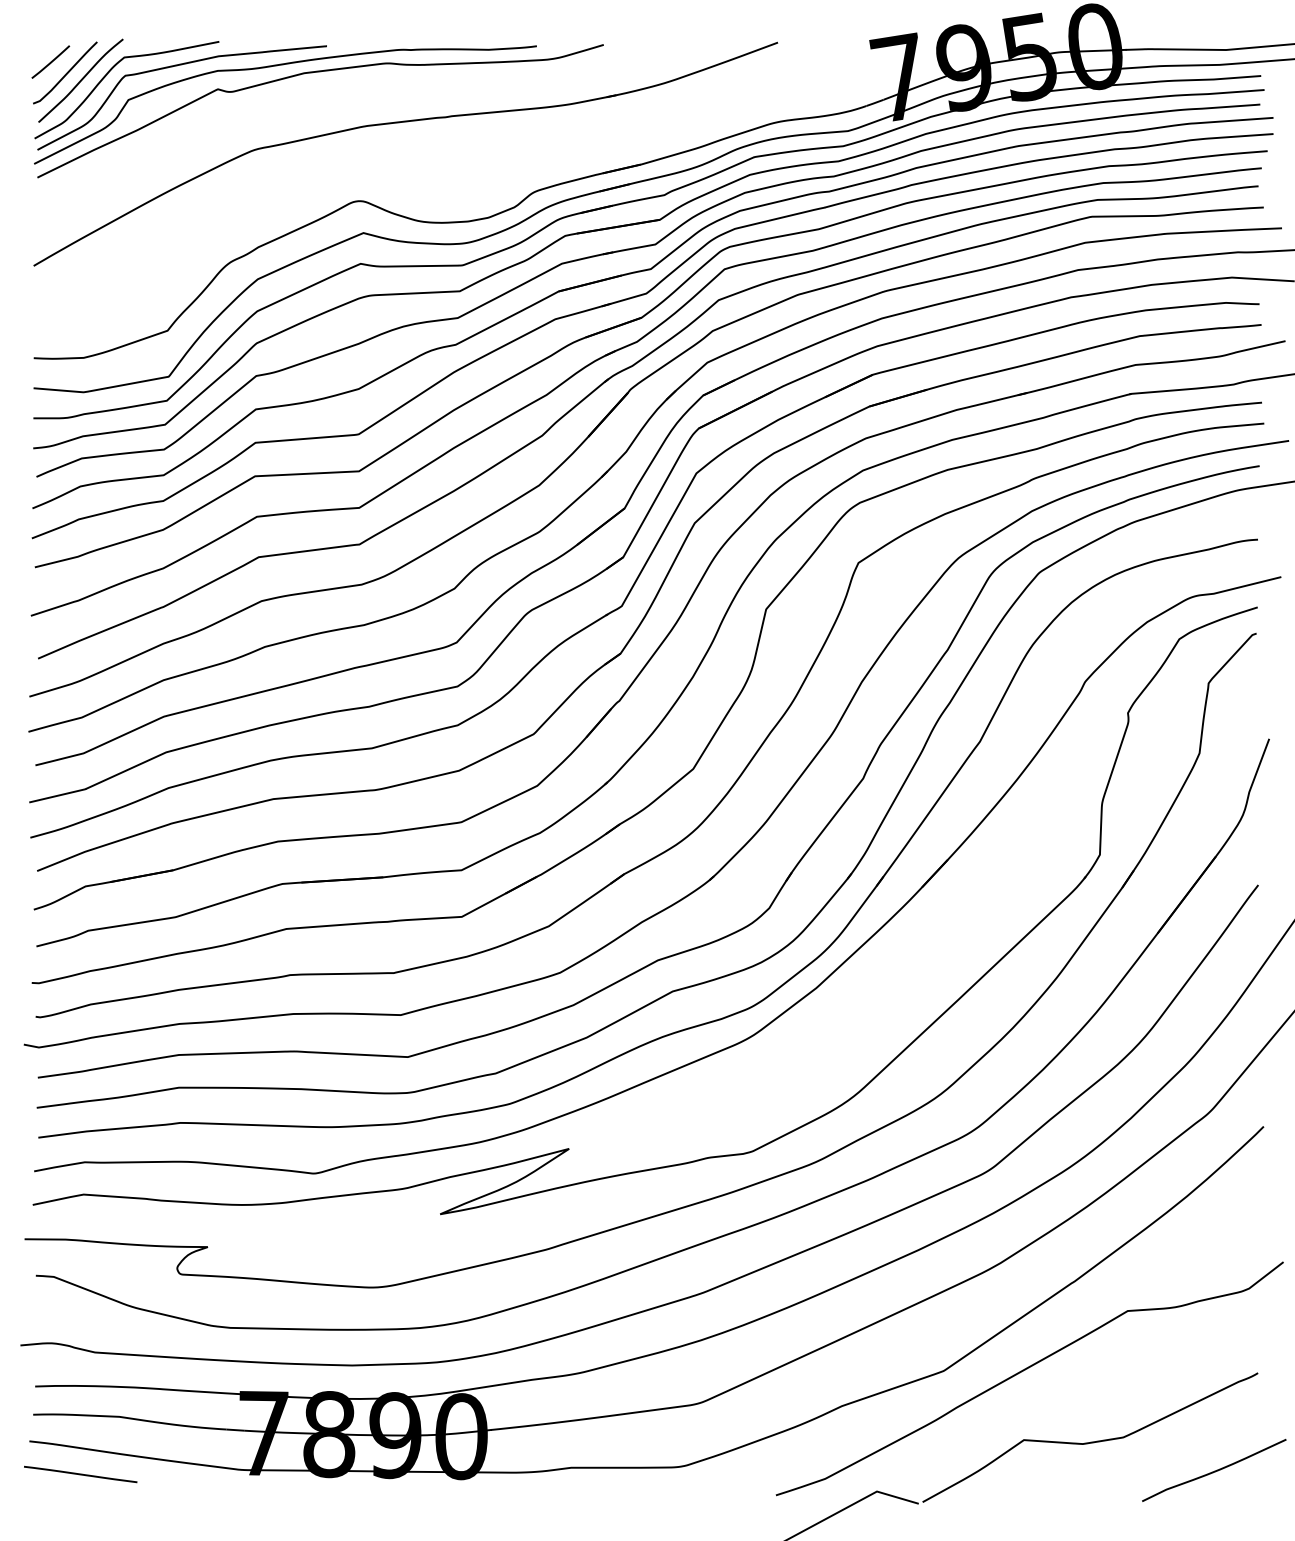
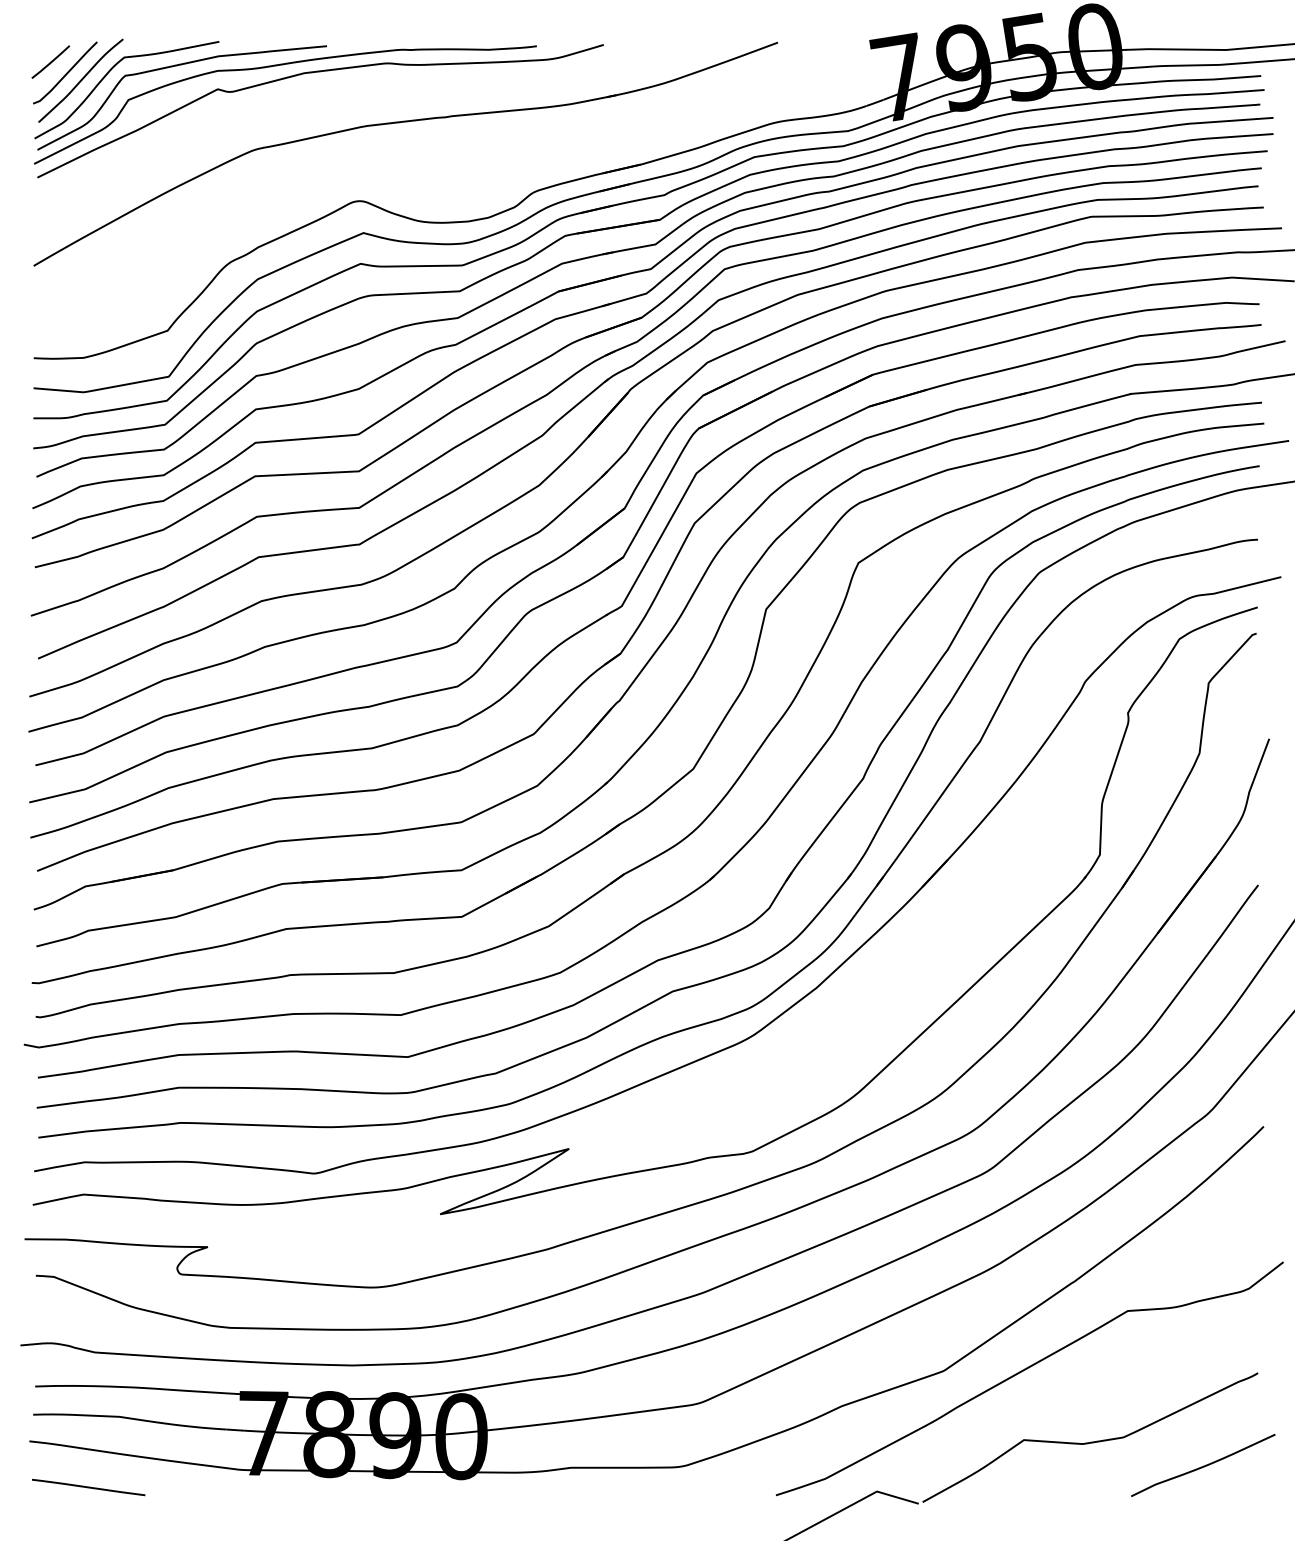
curve at (1214, 1470) position: (1214, 1470) -> (1203, 1465)
line at (80, 1474) position: (80, 1474) -> (88, 1487)
